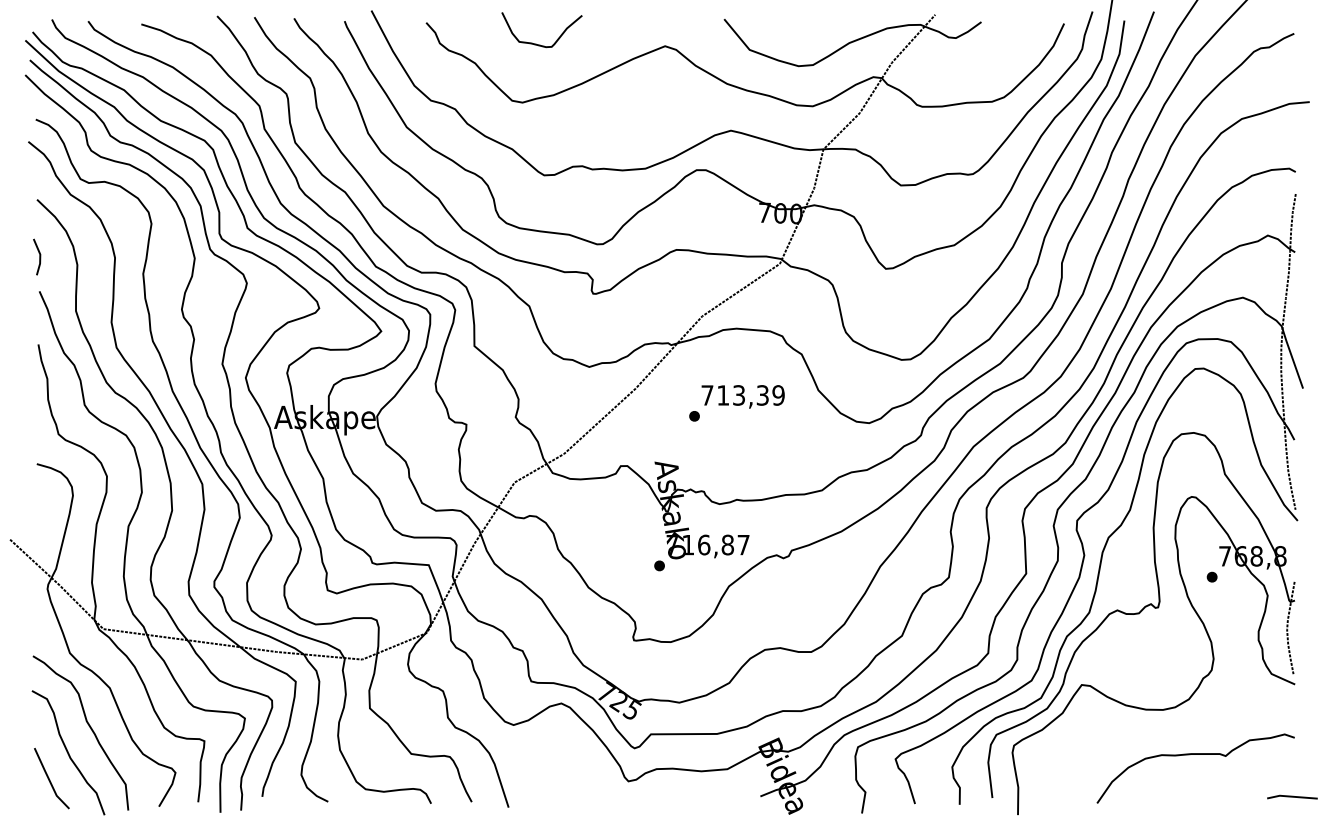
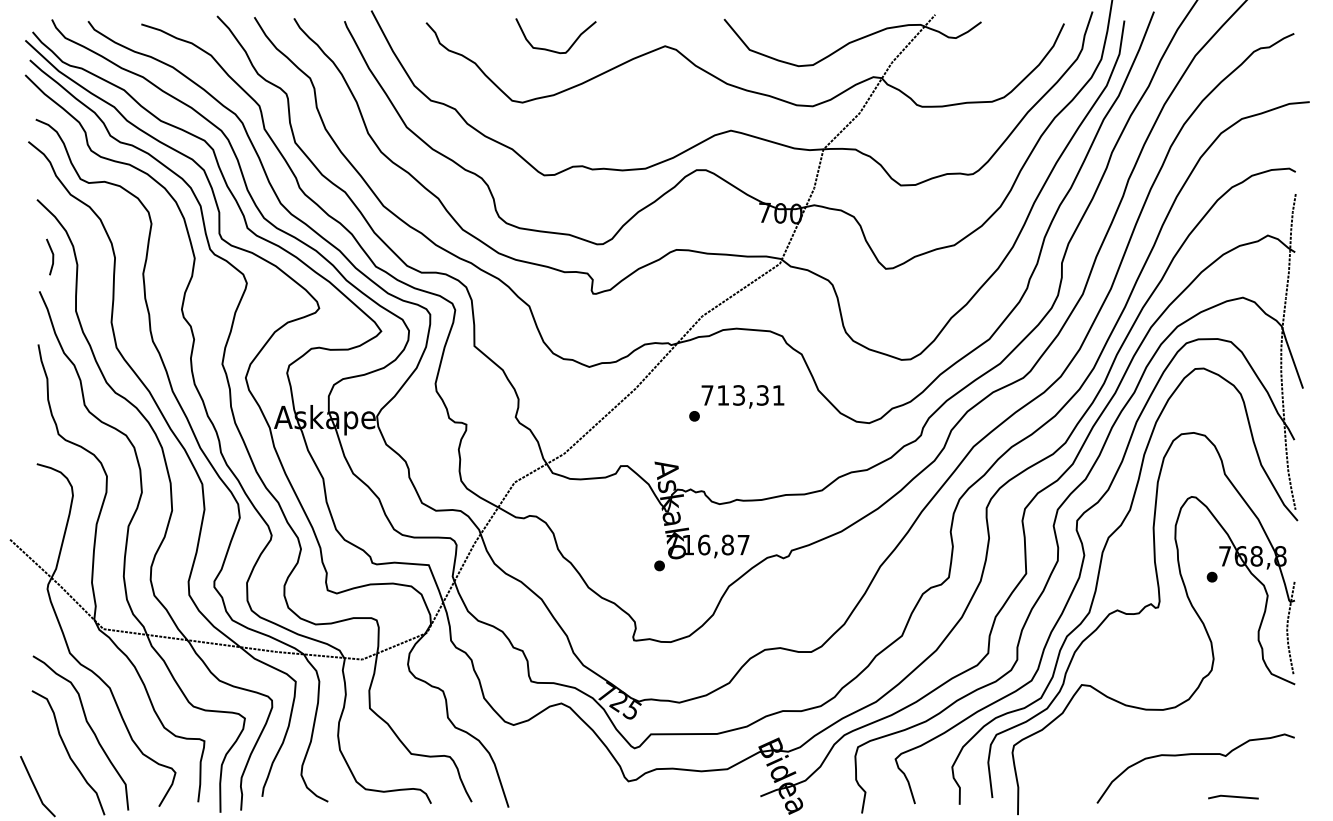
curve at (536, 43) position: (536, 43) -> (550, 49)
line at (39, 256) position: (39, 256) -> (52, 256)
text at (778, 395): 713,39 -> 713,31
part at (51, 778) position: (51, 778) -> (37, 786)
line at (1292, 796) position: (1292, 796) -> (1233, 796)
